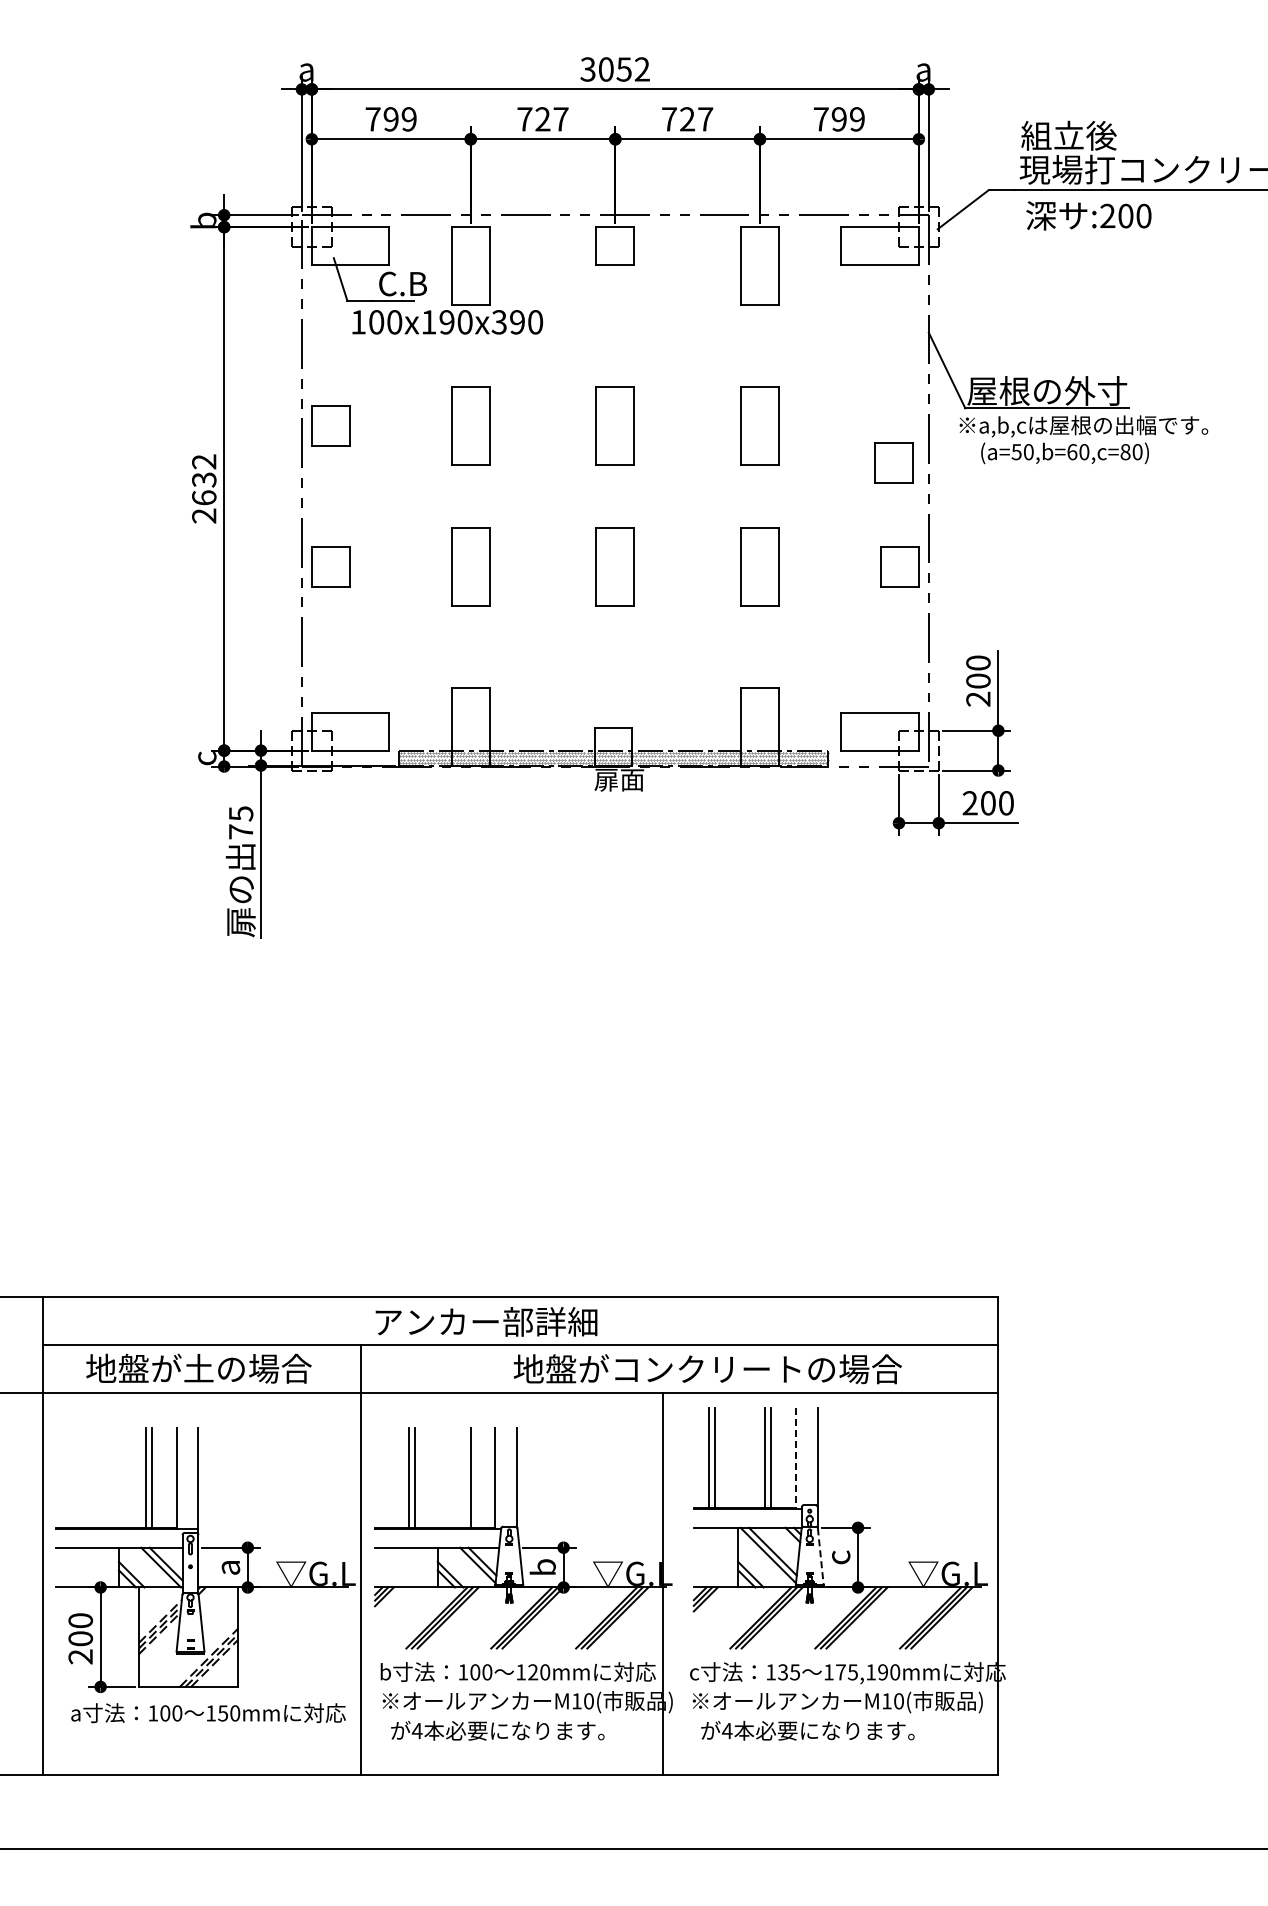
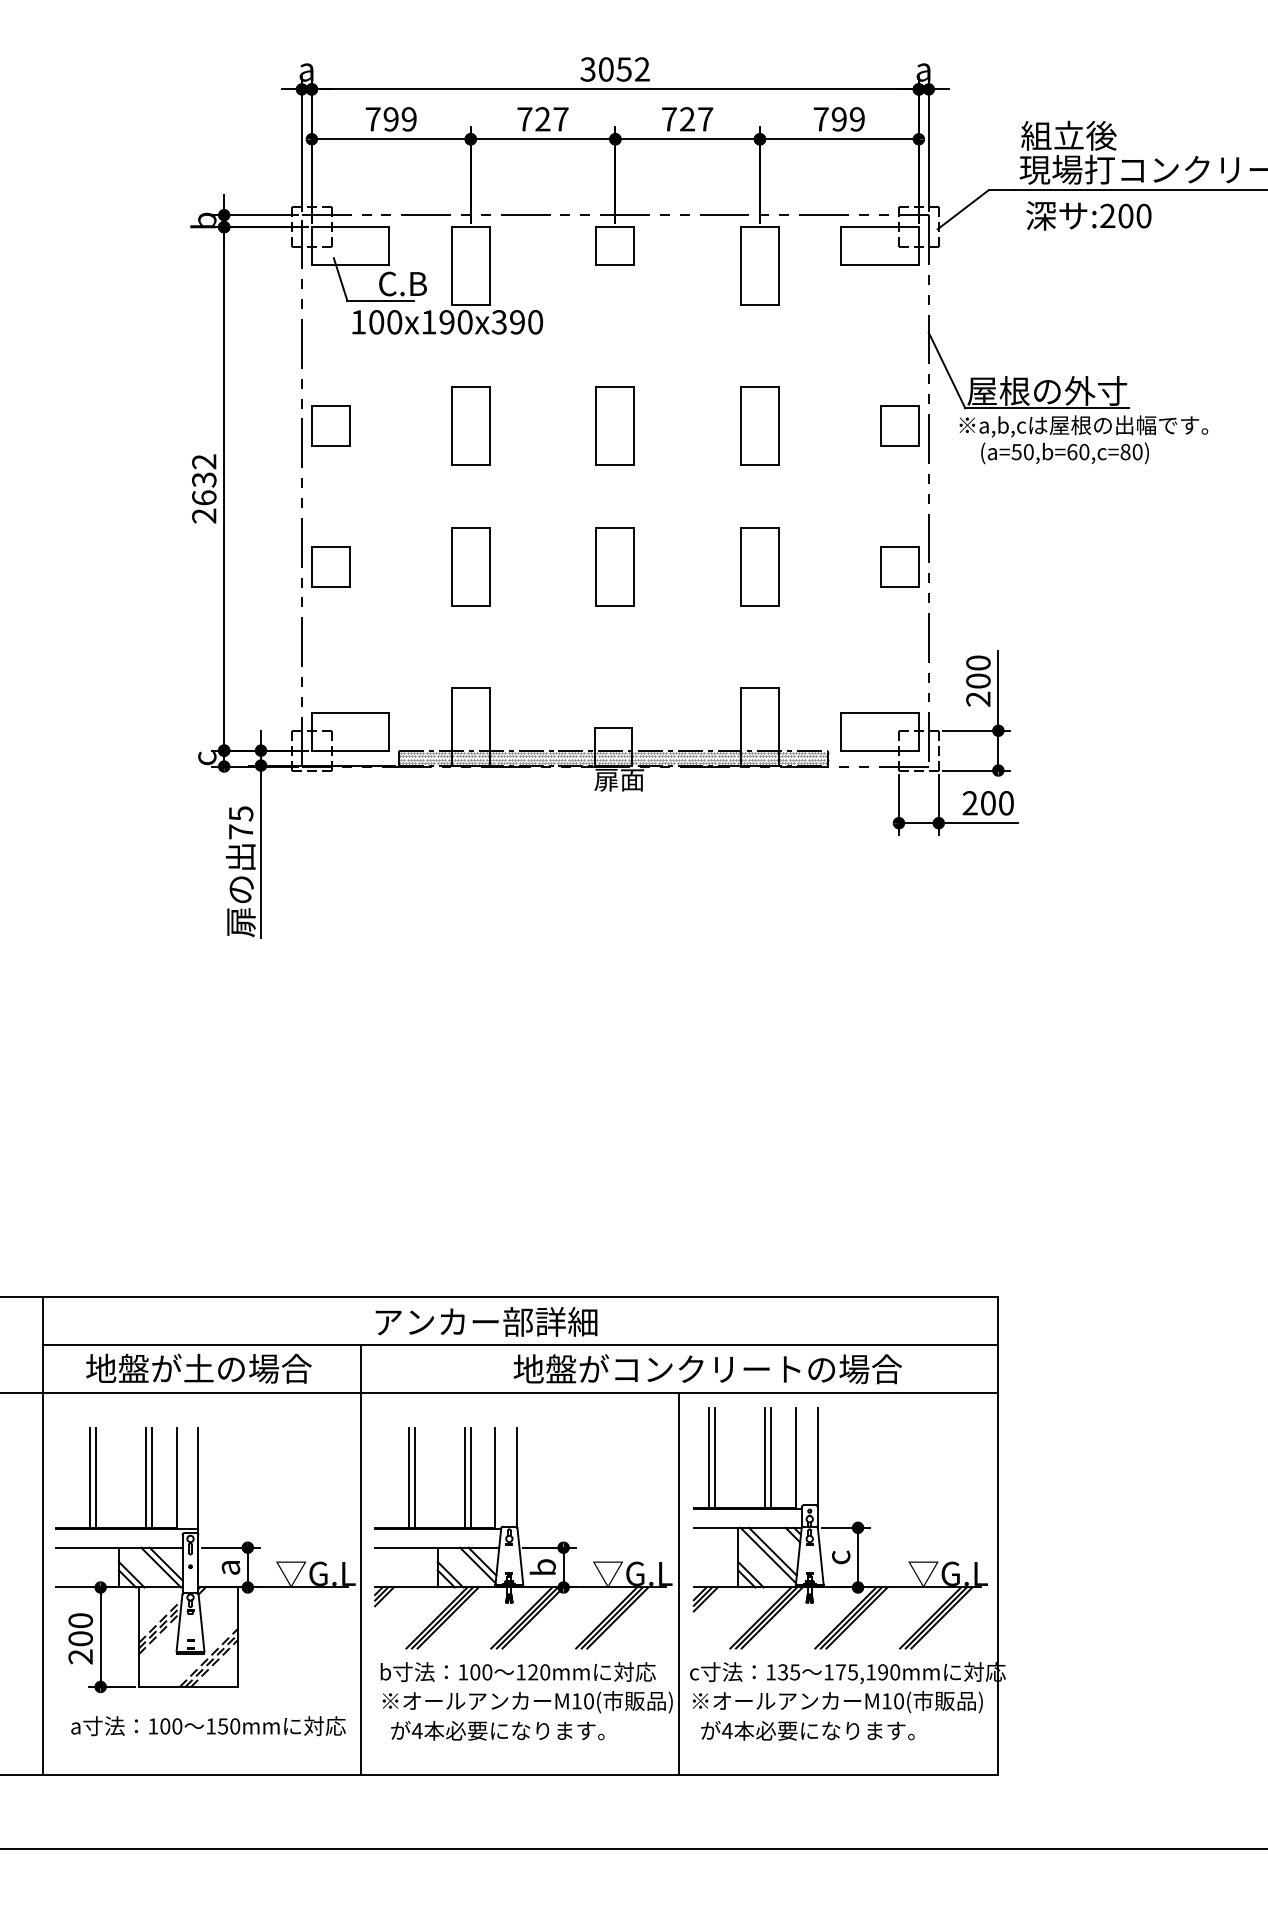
part at (893, 462) position: (893, 462) -> (899, 425)
line at (795, 1459): dashed -> solid
line at (90, 1477): none -> present
line at (96, 1477): none -> present
line at (464, 1477): none -> present
line at (820, 1557): dashed -> solid
line at (663, 1583) position: (663, 1583) -> (679, 1583)
text at (208, 1713) position: (208, 1713) -> (208, 1726)
